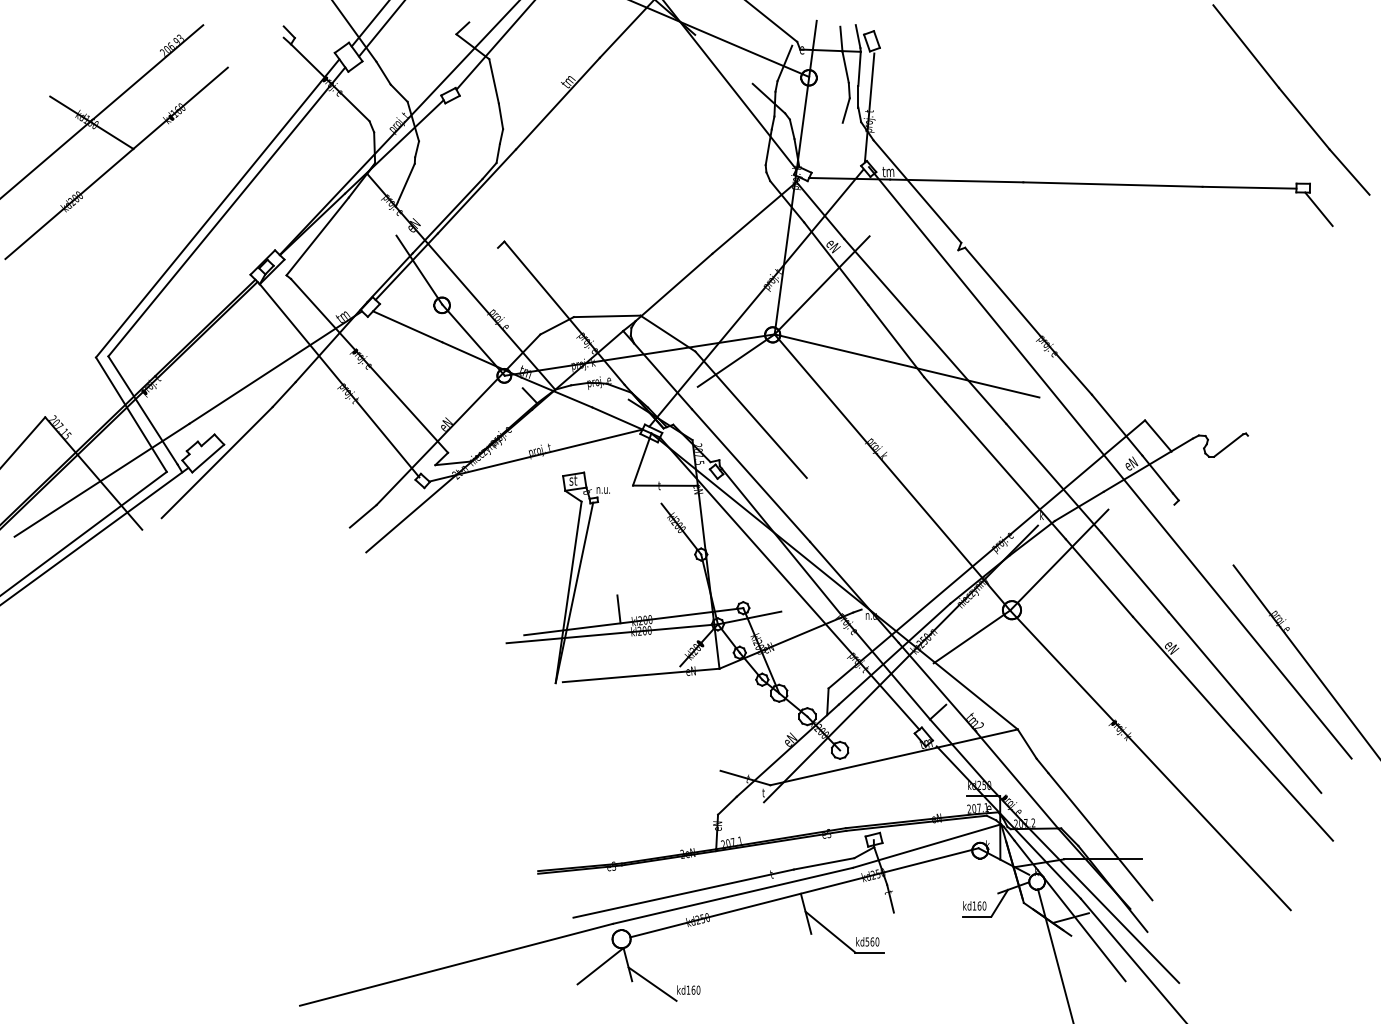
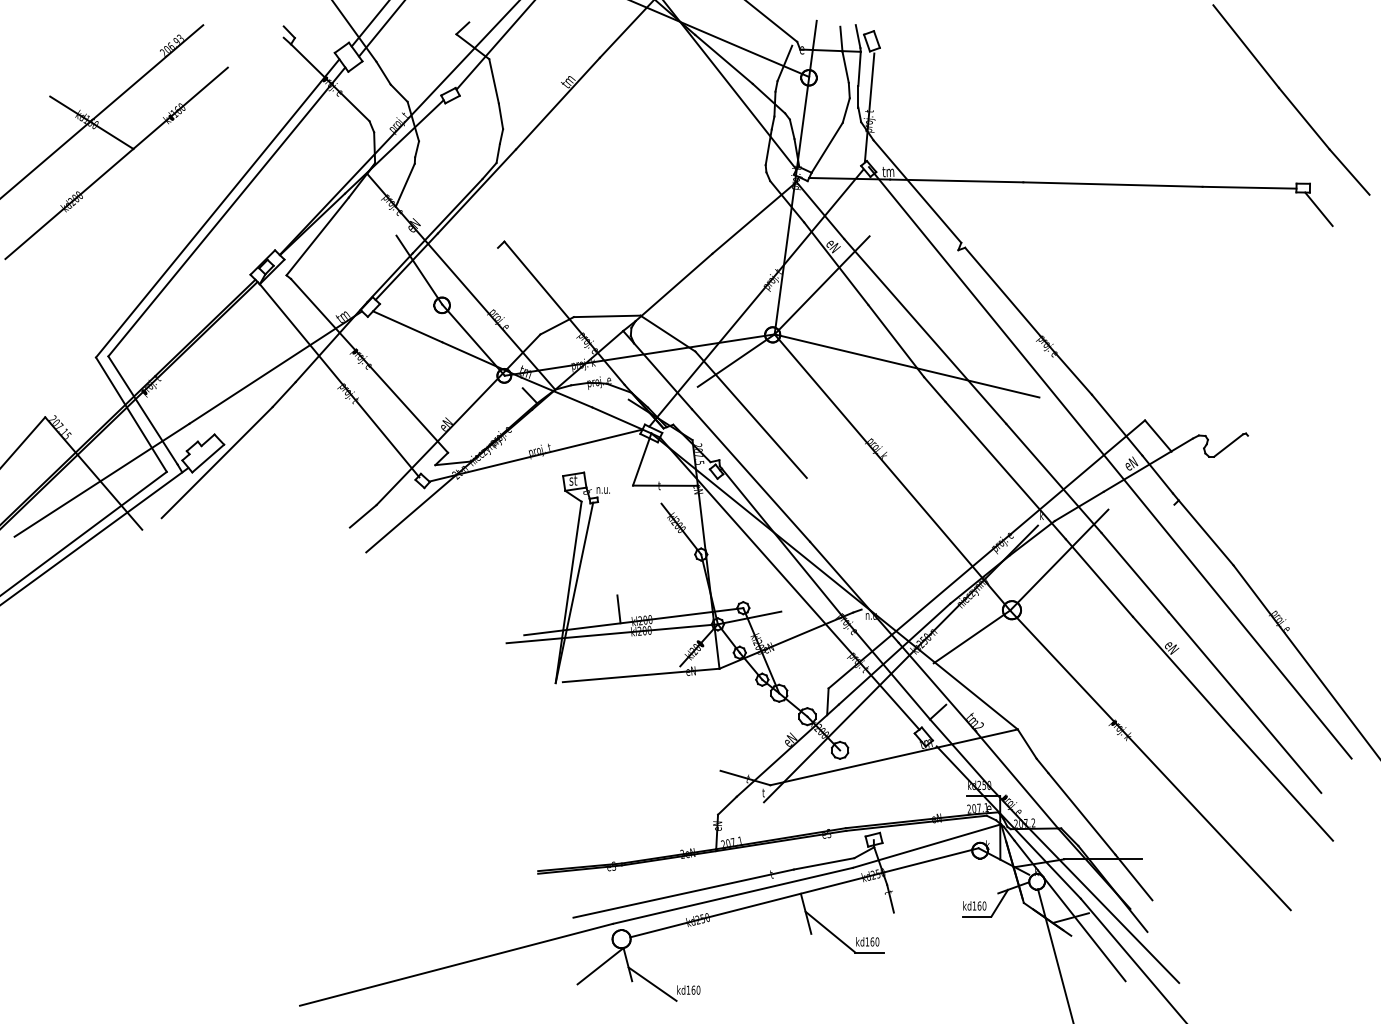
line at (723, 58): none -> present
line at (826, 147): none -> present
line at (1205, 532): none -> present
text at (867, 941): kd560 -> kd160
